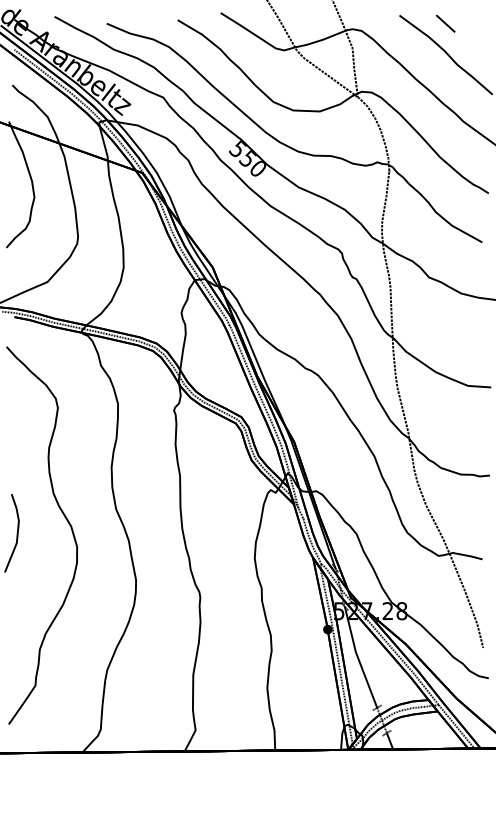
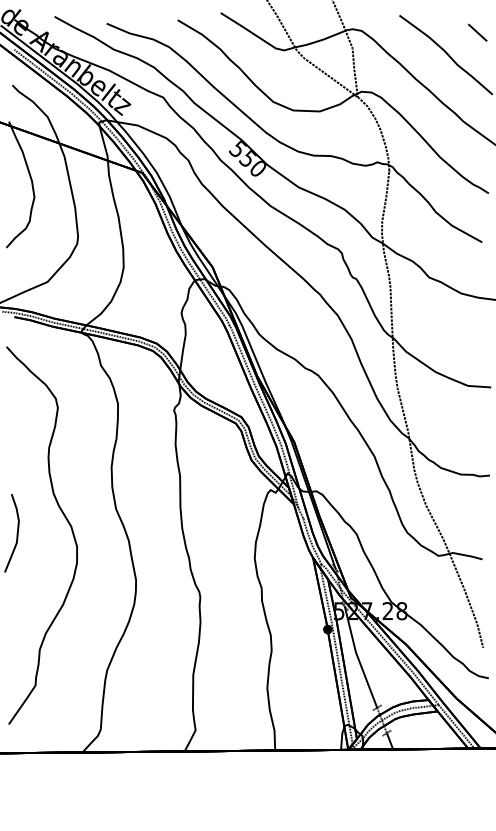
line at (445, 23) position: (445, 23) -> (477, 32)
